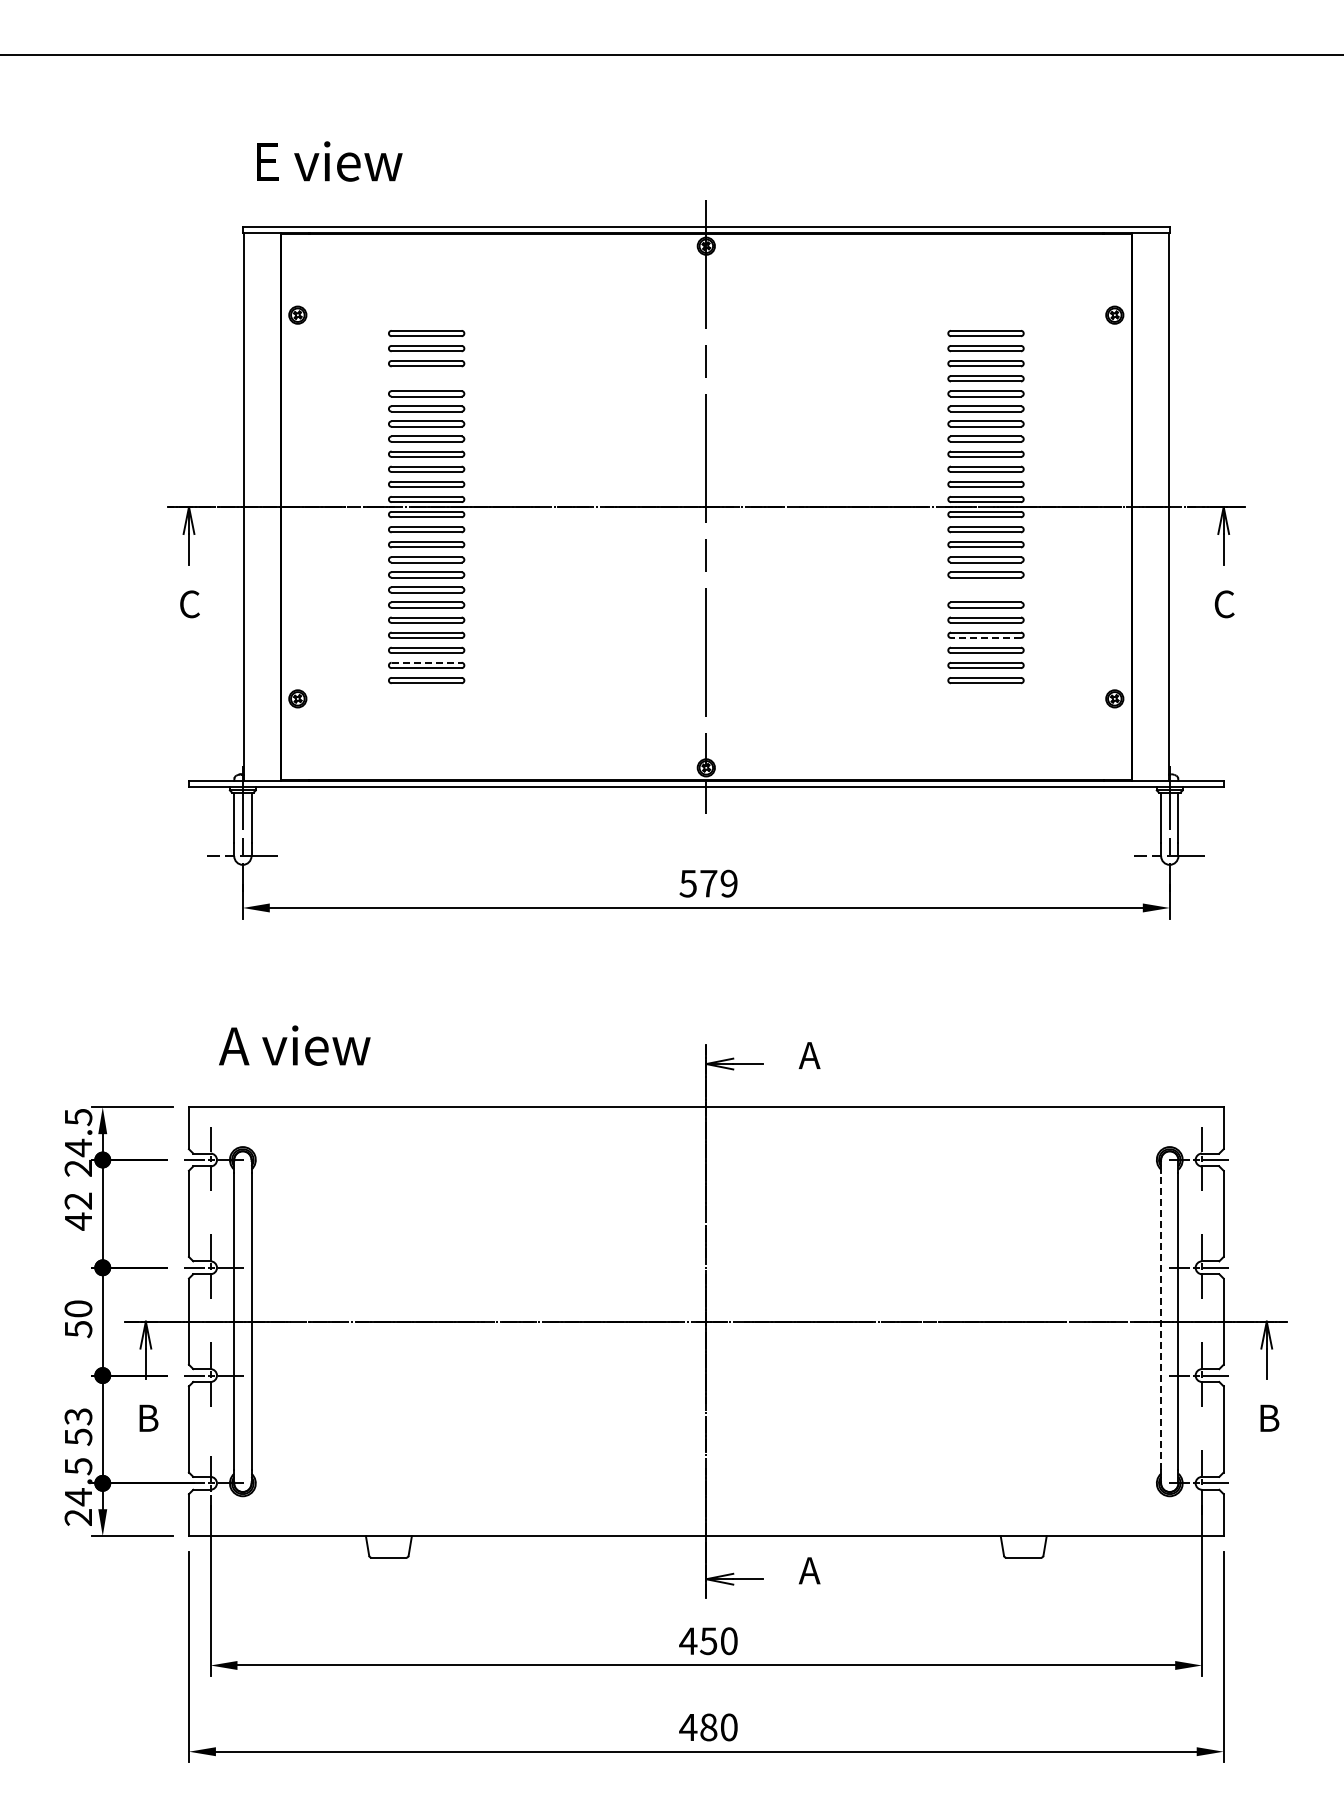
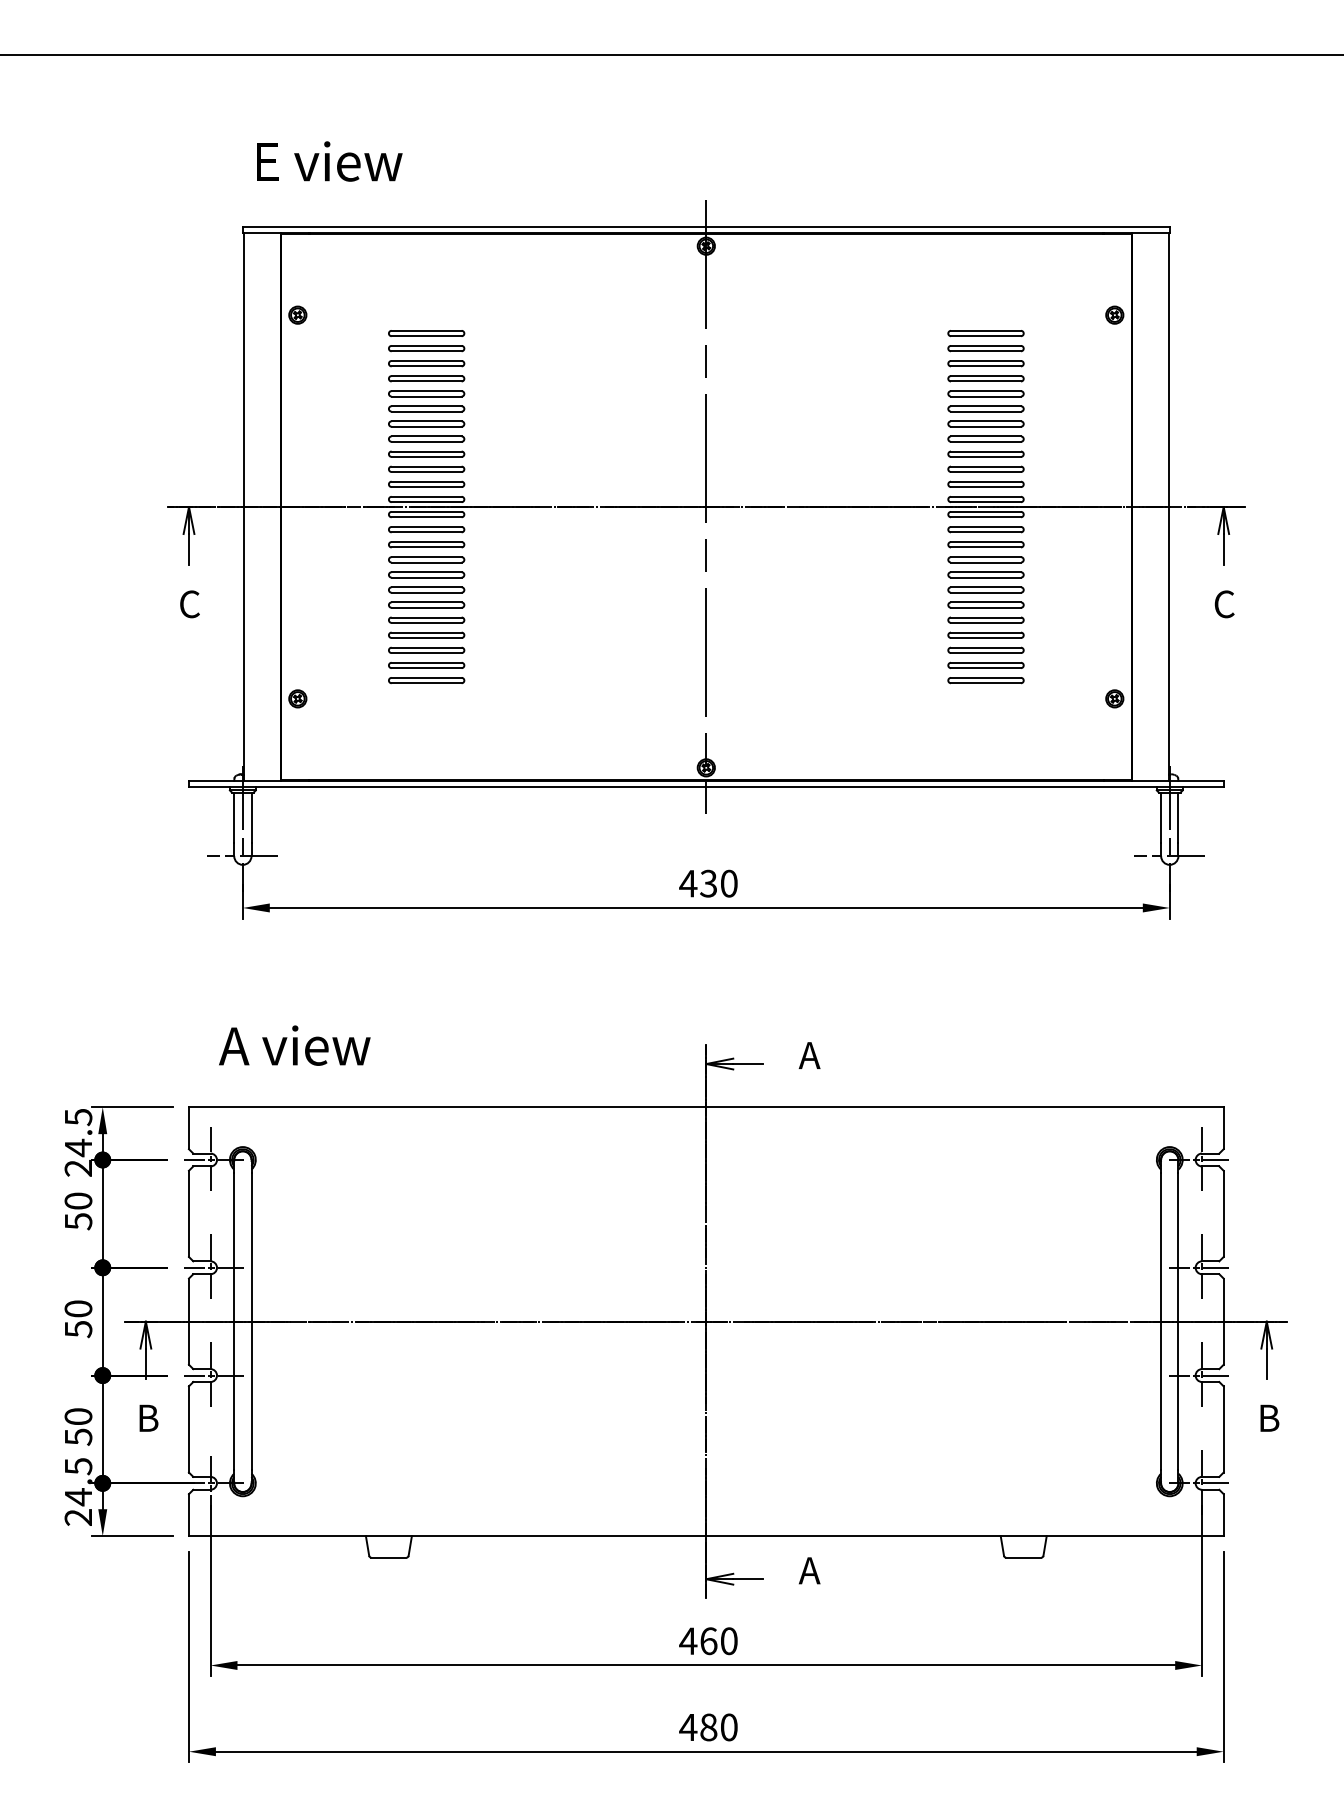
part at (426, 378): none -> present
part at (985, 589): none -> present
line at (985, 637): dashed -> solid
line at (427, 662): dashed -> solid
text at (708, 883): 579 -> 430
text at (78, 1211): 42 -> 50
line at (1161, 1321): dashed -> solid
text at (78, 1416): 53 -> 50
text at (708, 1641): 450 -> 460
